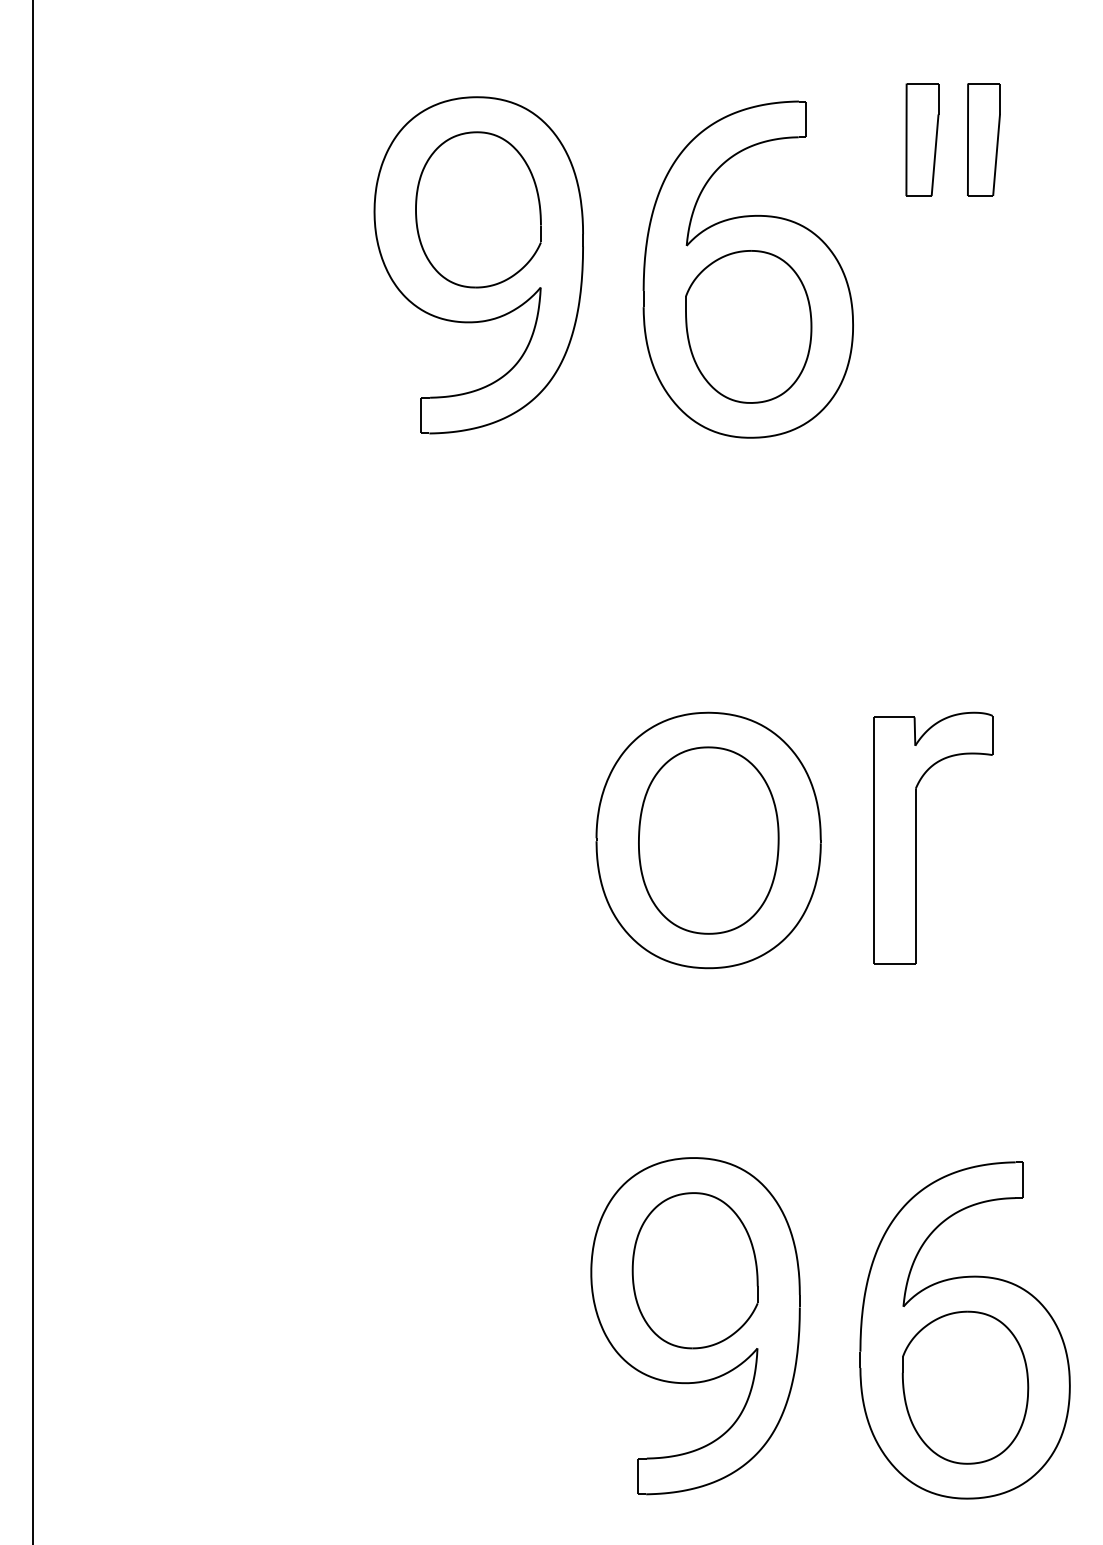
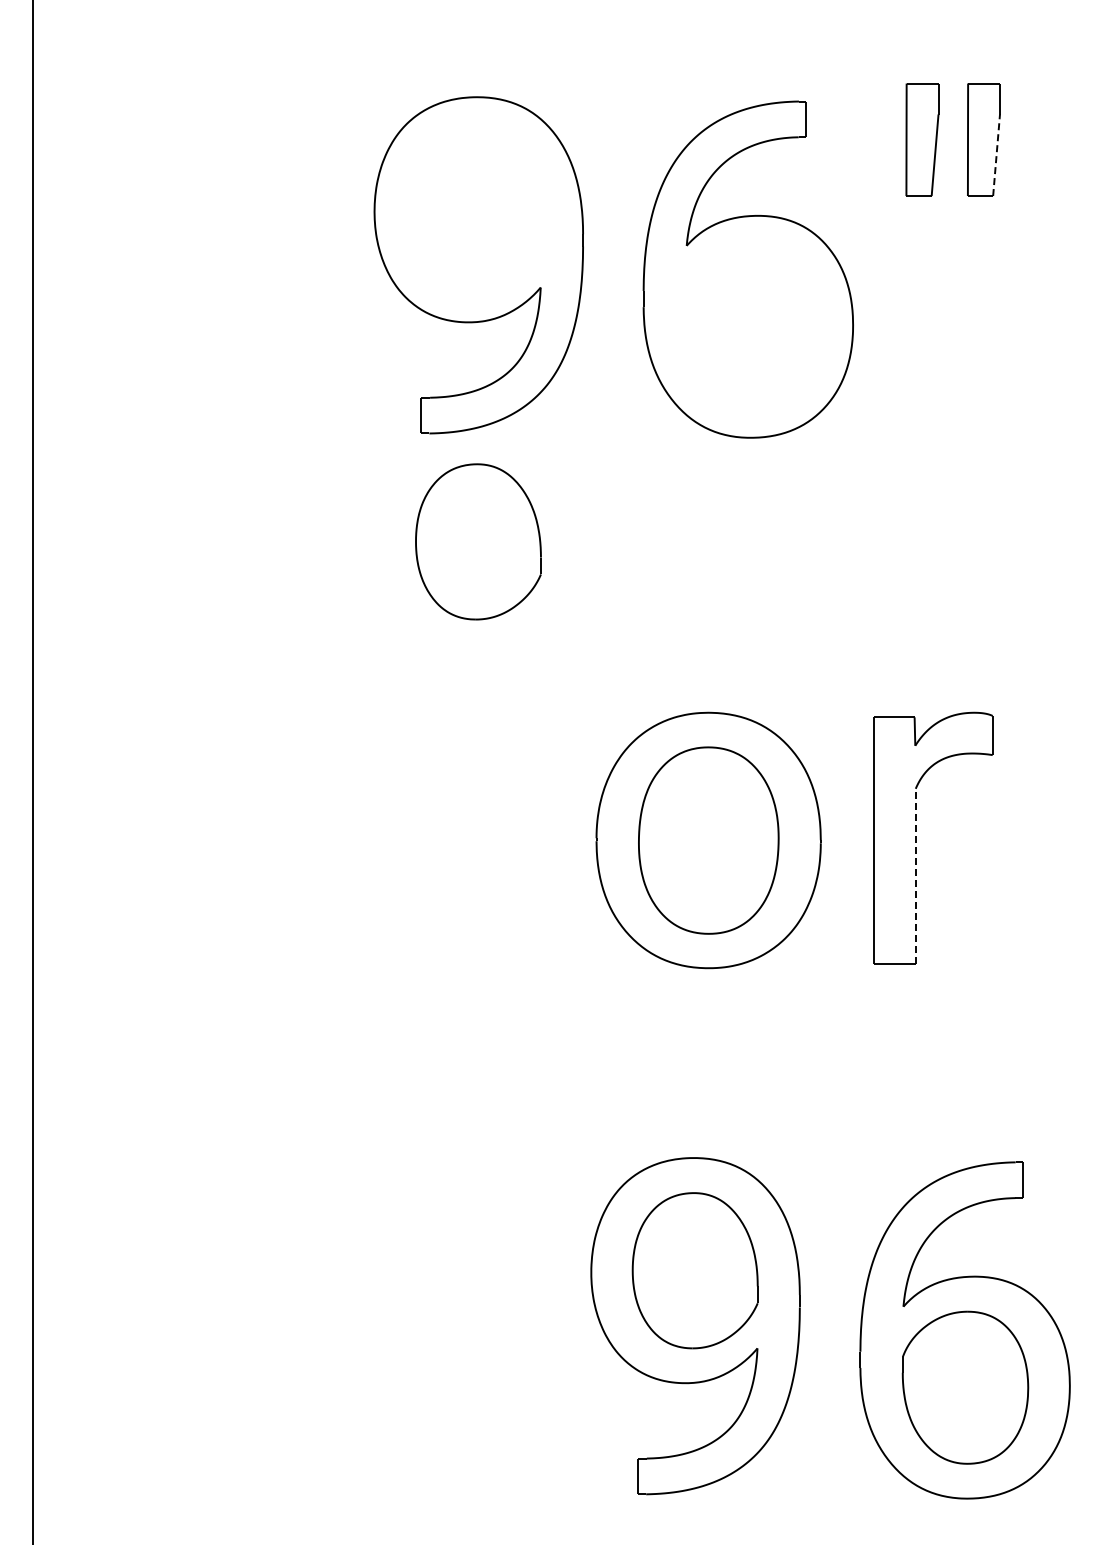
line at (996, 155): solid -> dashed
part at (478, 209) position: (478, 209) -> (478, 541)
part at (748, 326): present -> none
line at (915, 875): solid -> dashed
